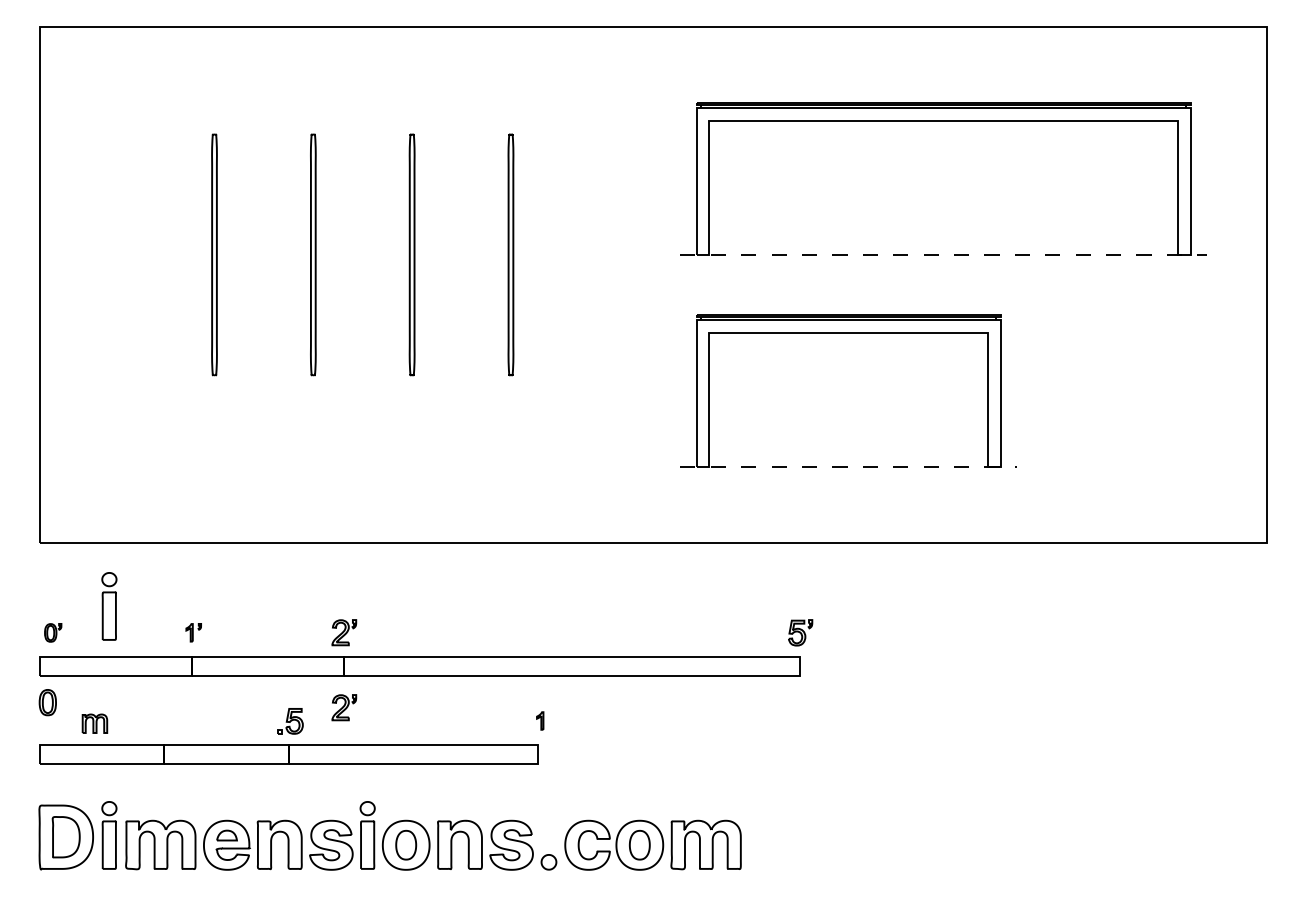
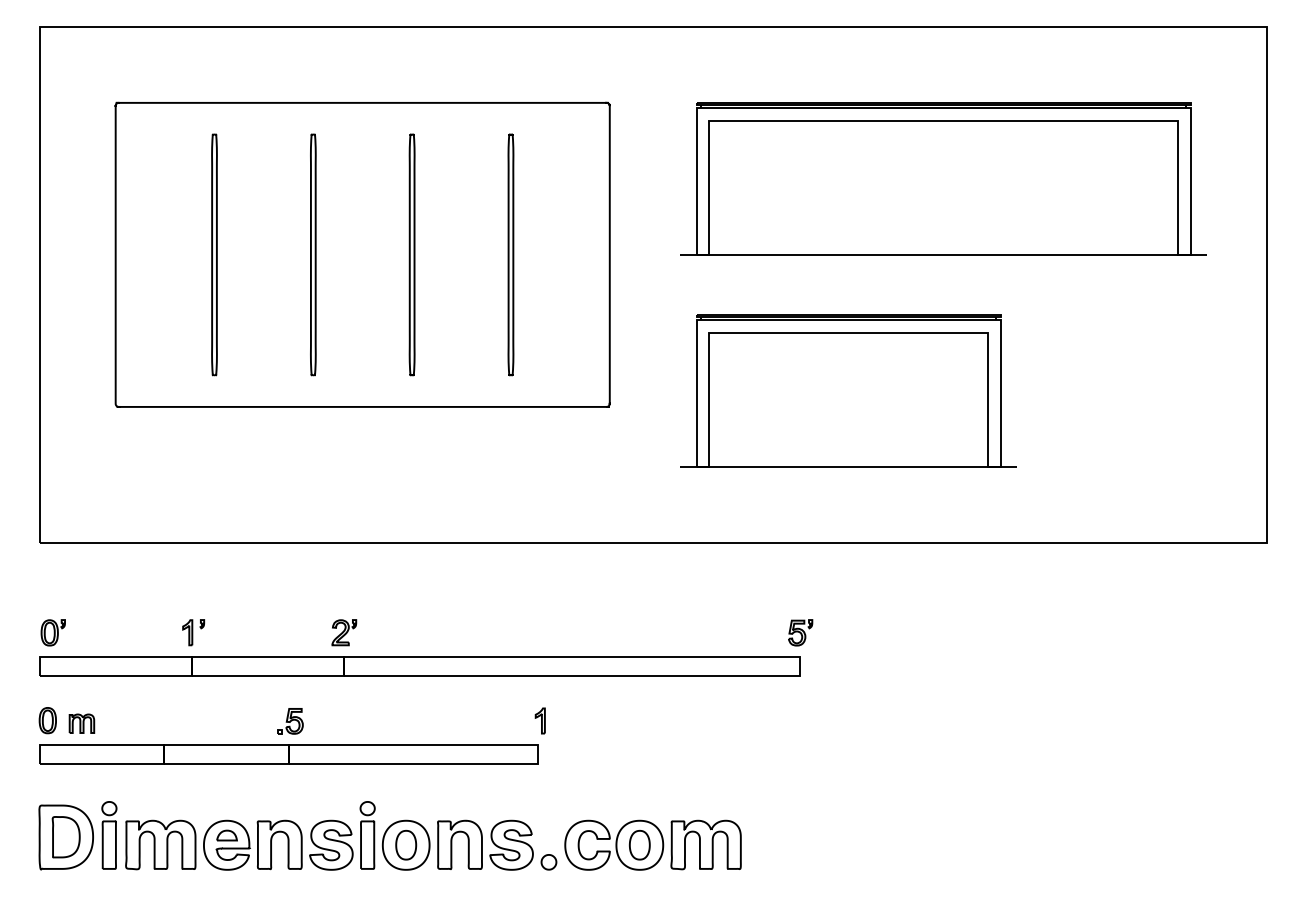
part at (362, 254): none -> present
line at (944, 254): dashed -> solid
line at (849, 466): dashed -> solid
part at (109, 606): present -> none
part at (53, 632) size: 19x20 px -> 26x28 px
part at (193, 632) size: 17x20 px -> 24x28 px
part at (47, 702) position: (47, 702) -> (47, 720)
part at (344, 707): present -> none
part at (540, 720) size: 9x20 px -> 12x28 px
part at (94, 723) position: (94, 723) -> (81, 723)
